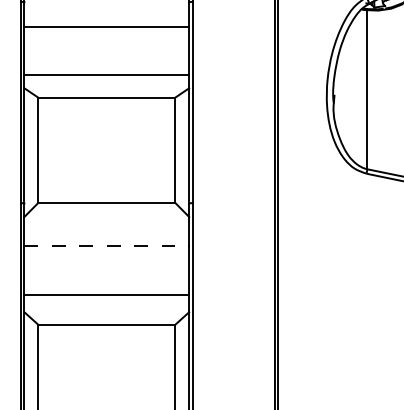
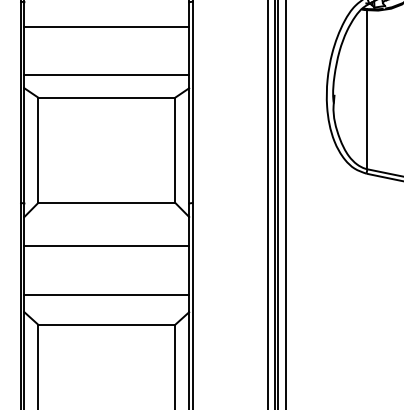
line at (268, 204): none -> present
line at (285, 204): none -> present
line at (107, 246): dashed -> solid
